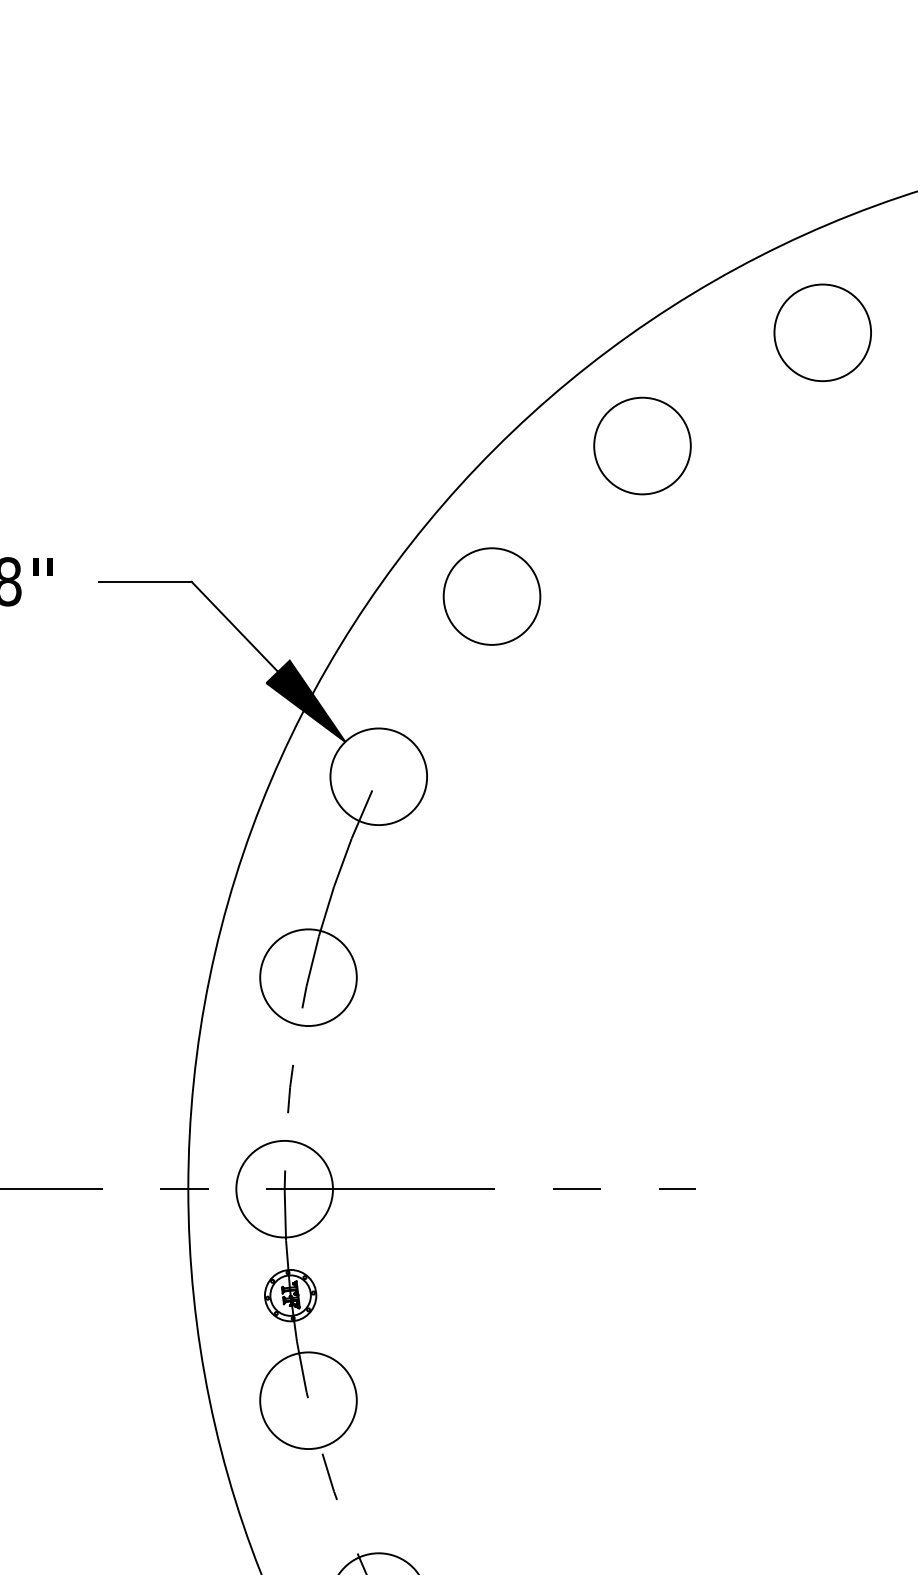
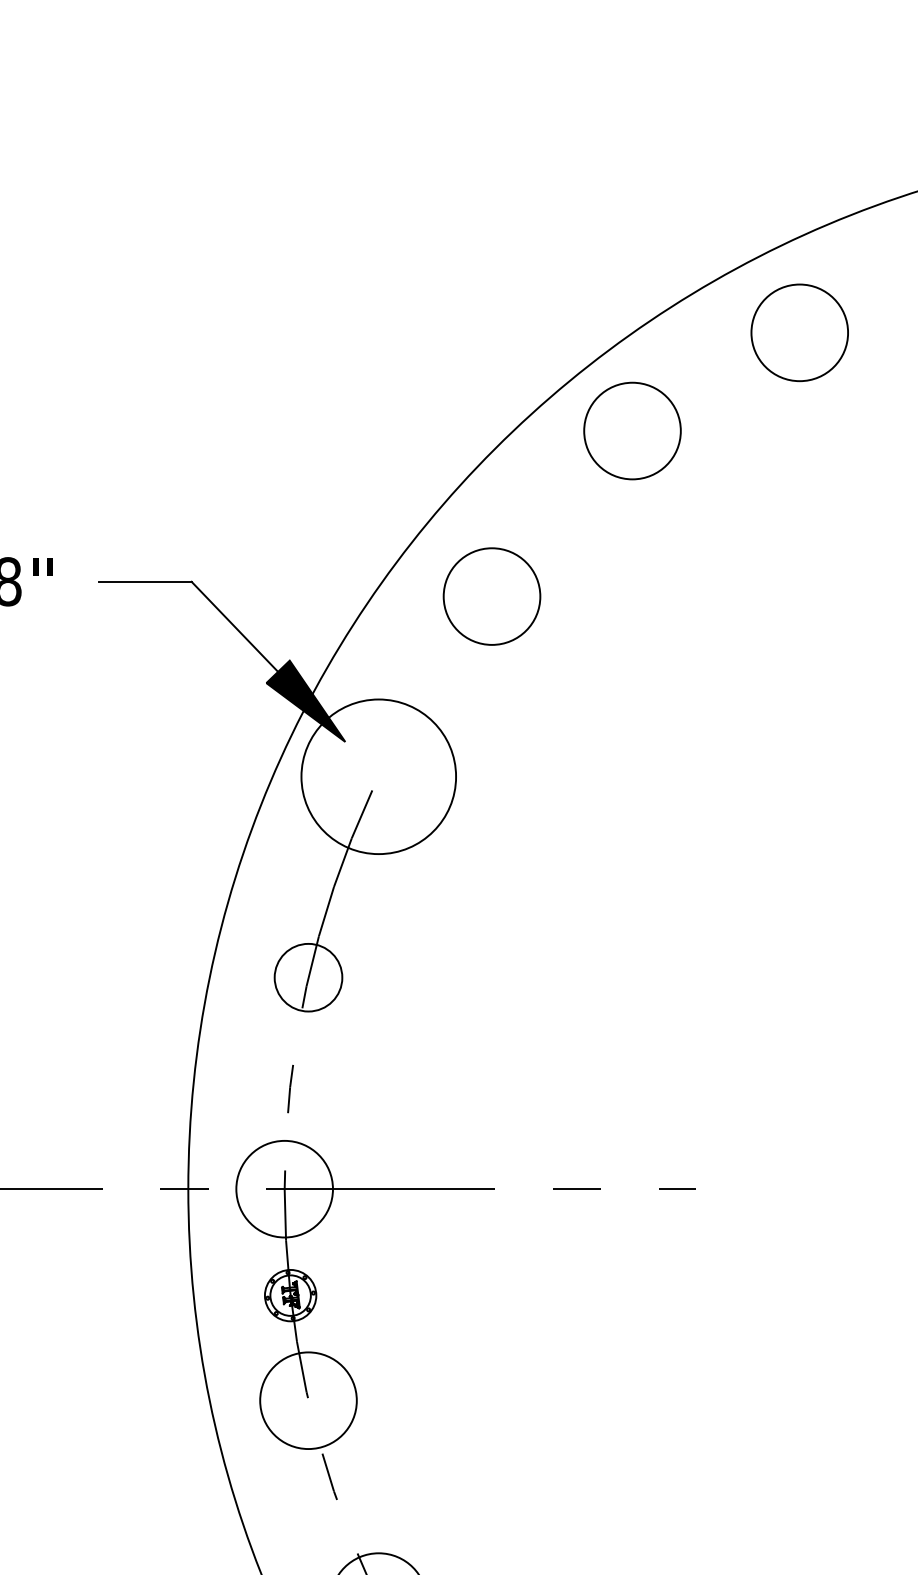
circle at (822, 332) position: (822, 332) -> (799, 332)
circle at (642, 445) position: (642, 445) -> (632, 430)
circle at (378, 776) diameter: 97 px -> 155 px
circle at (308, 977) diameter: 97 px -> 68 px
